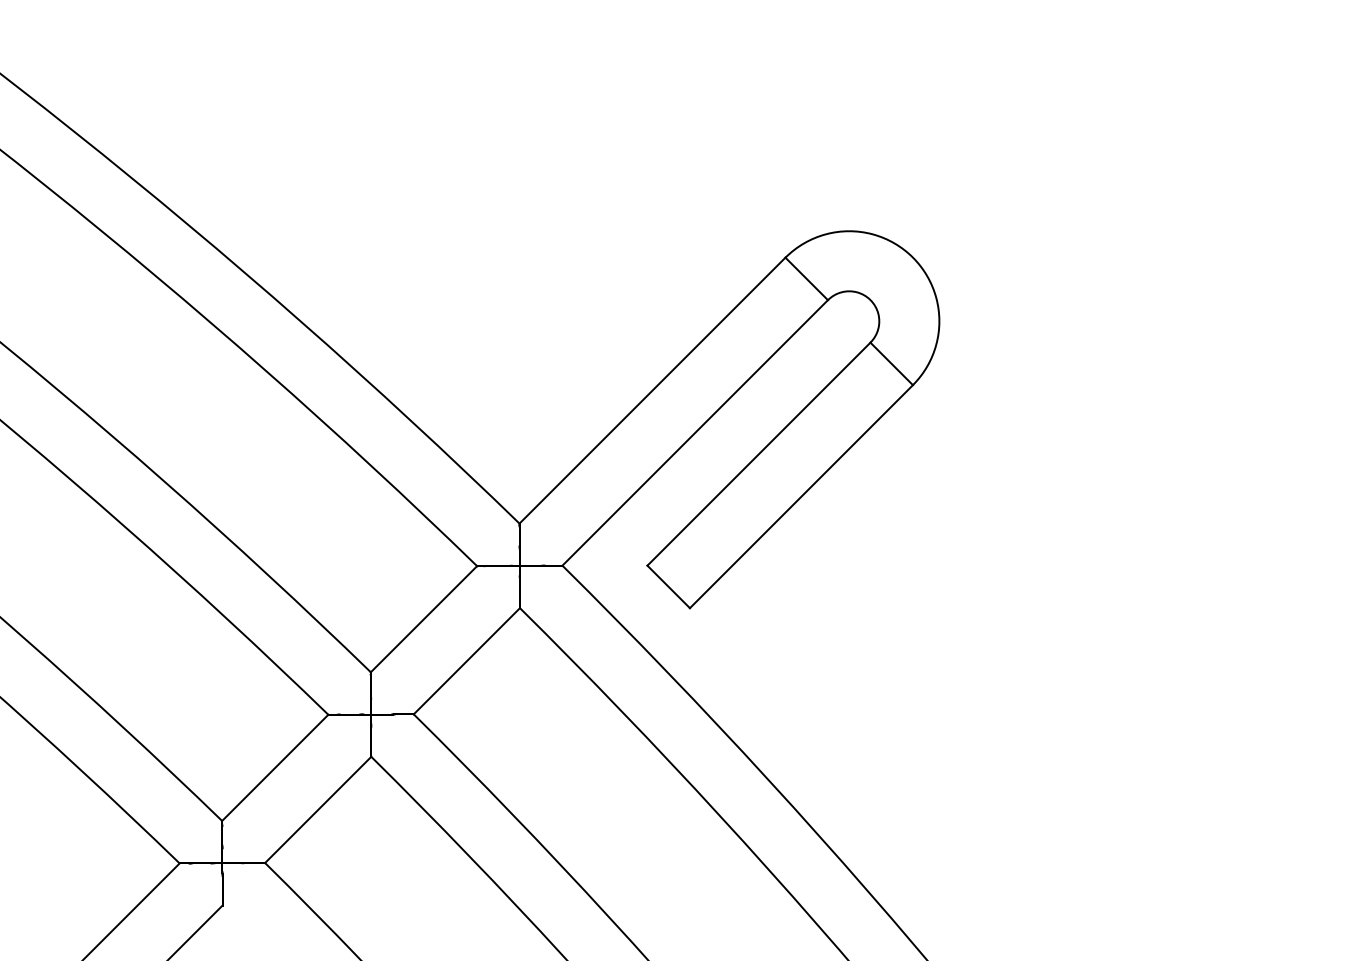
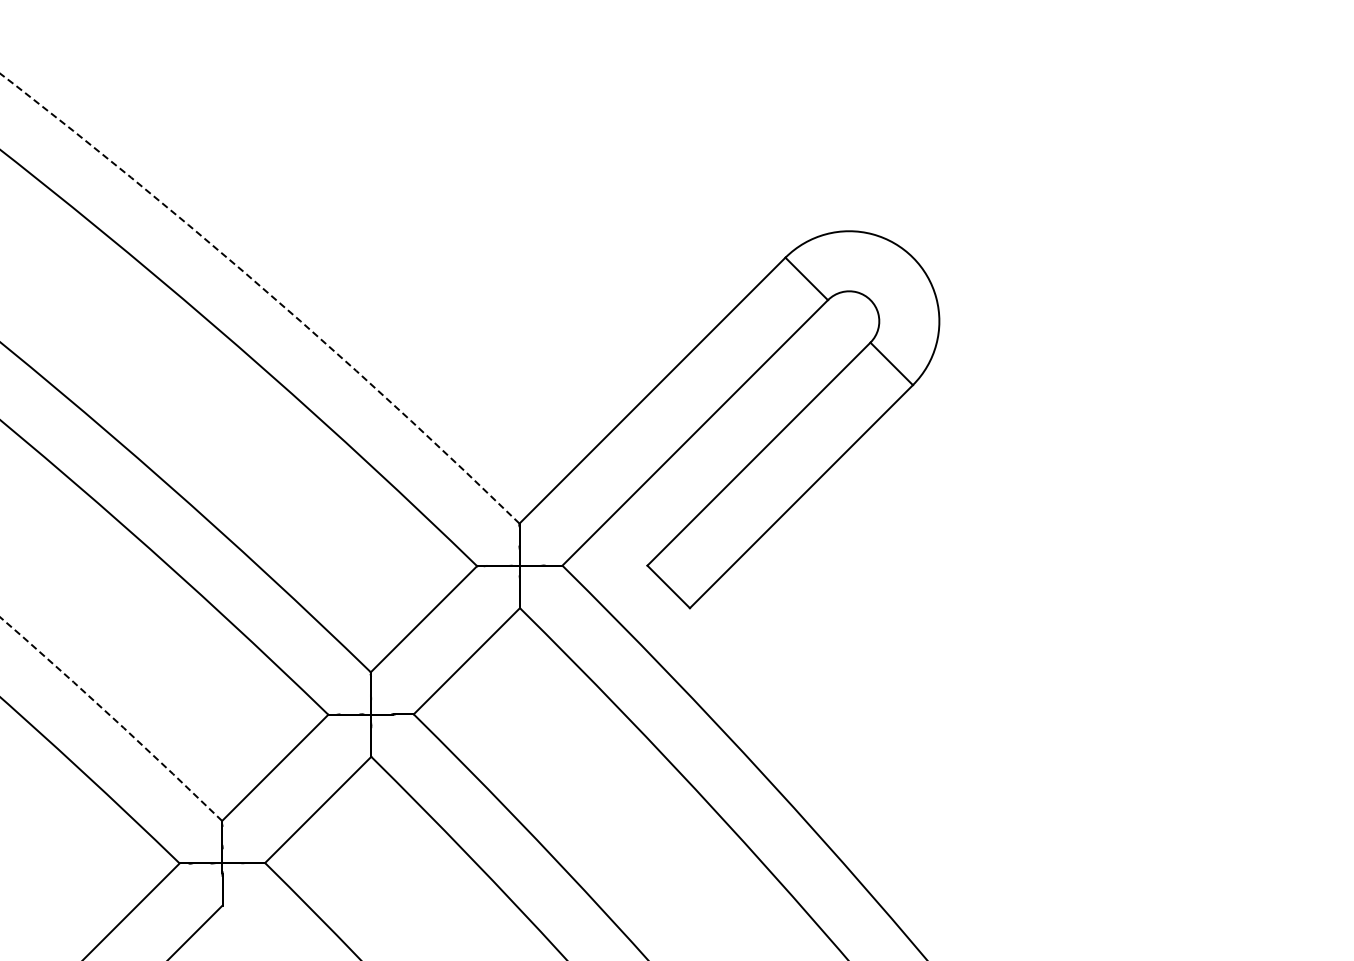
arc at (265, 290): solid -> dashed
arc at (112, 717): solid -> dashed
